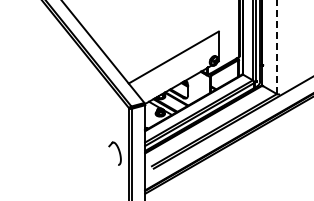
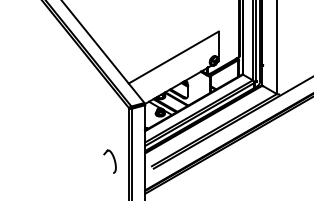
line at (276, 47): dashed -> solid
part at (114, 153) position: (114, 153) -> (109, 161)
